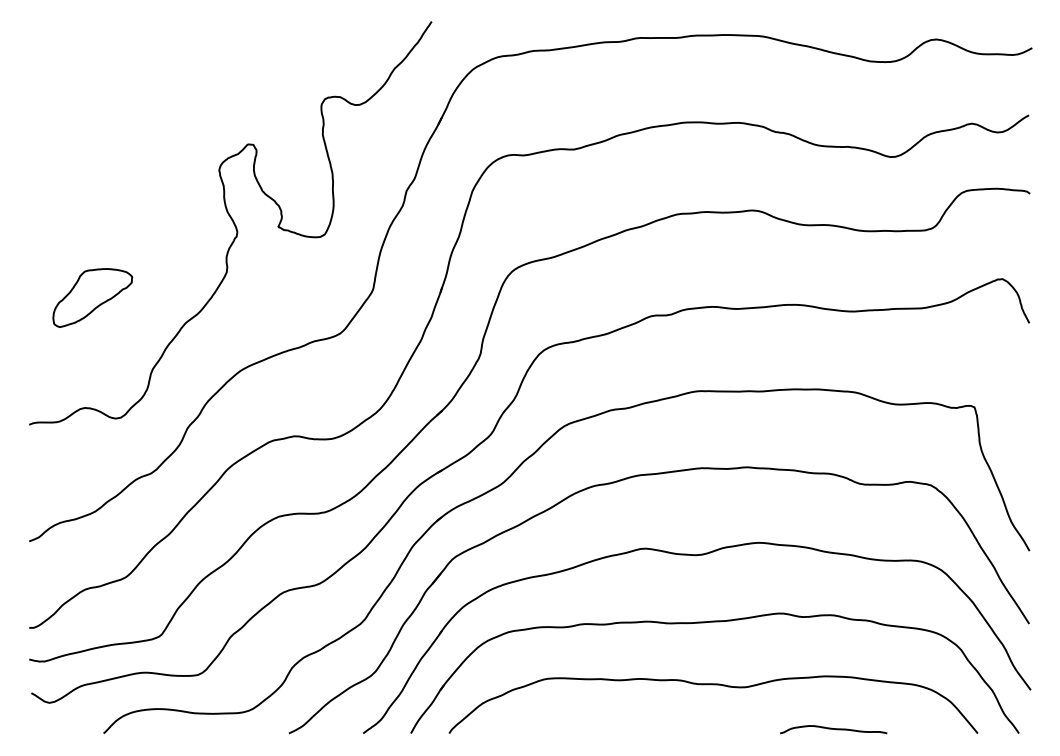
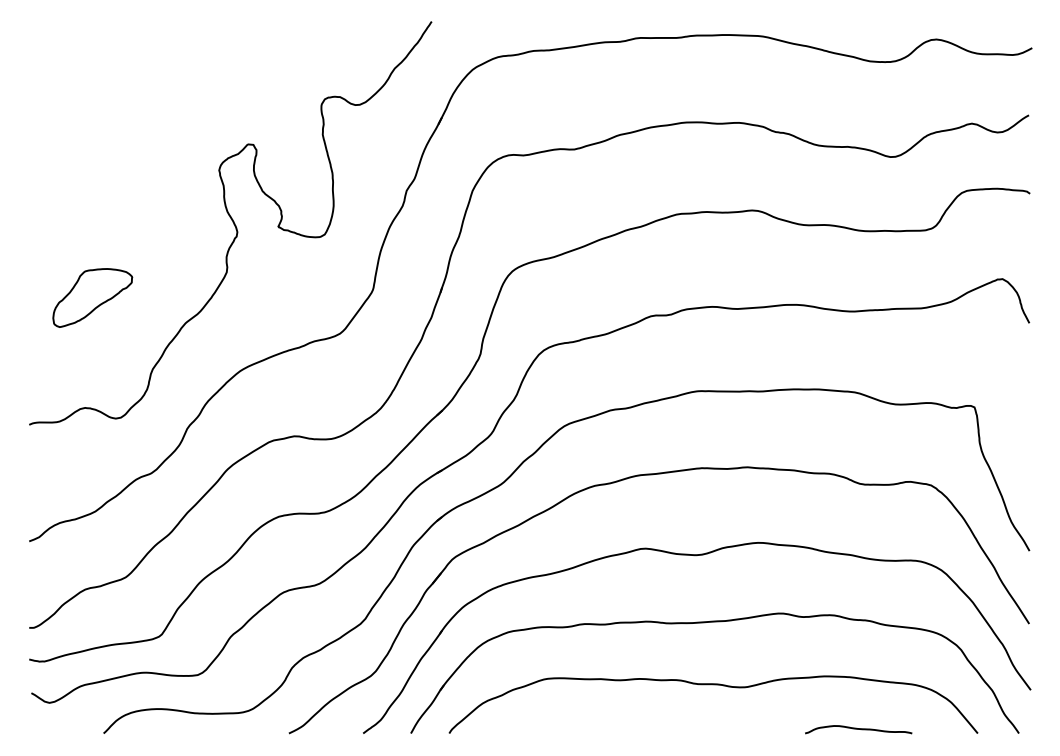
curve at (833, 729) position: (833, 729) -> (858, 729)
